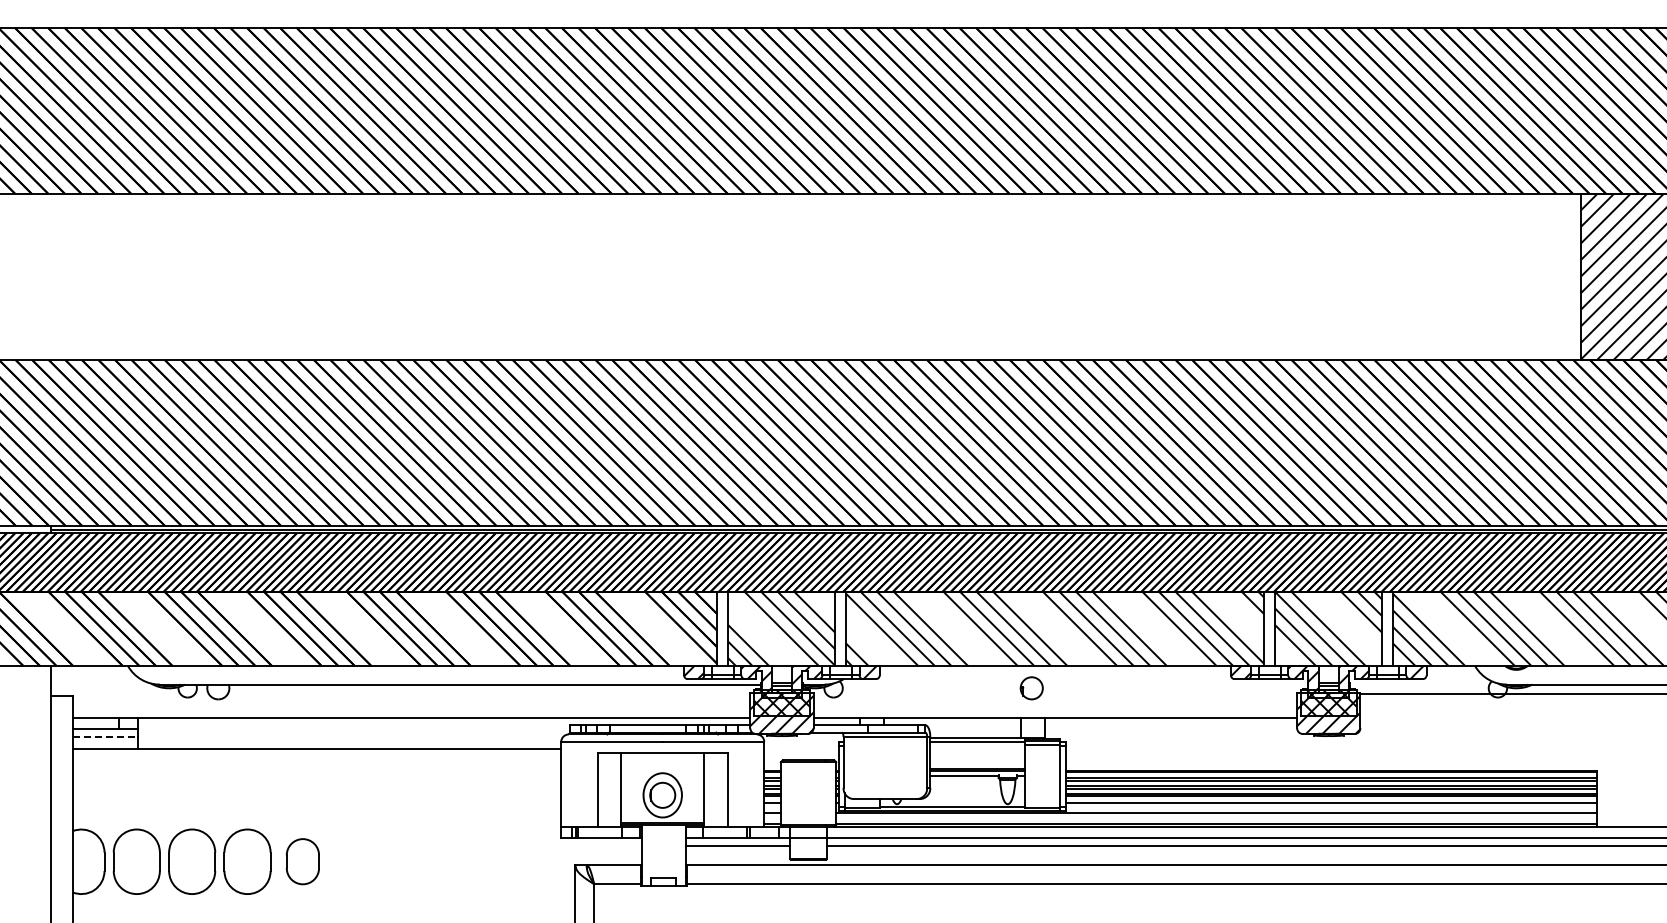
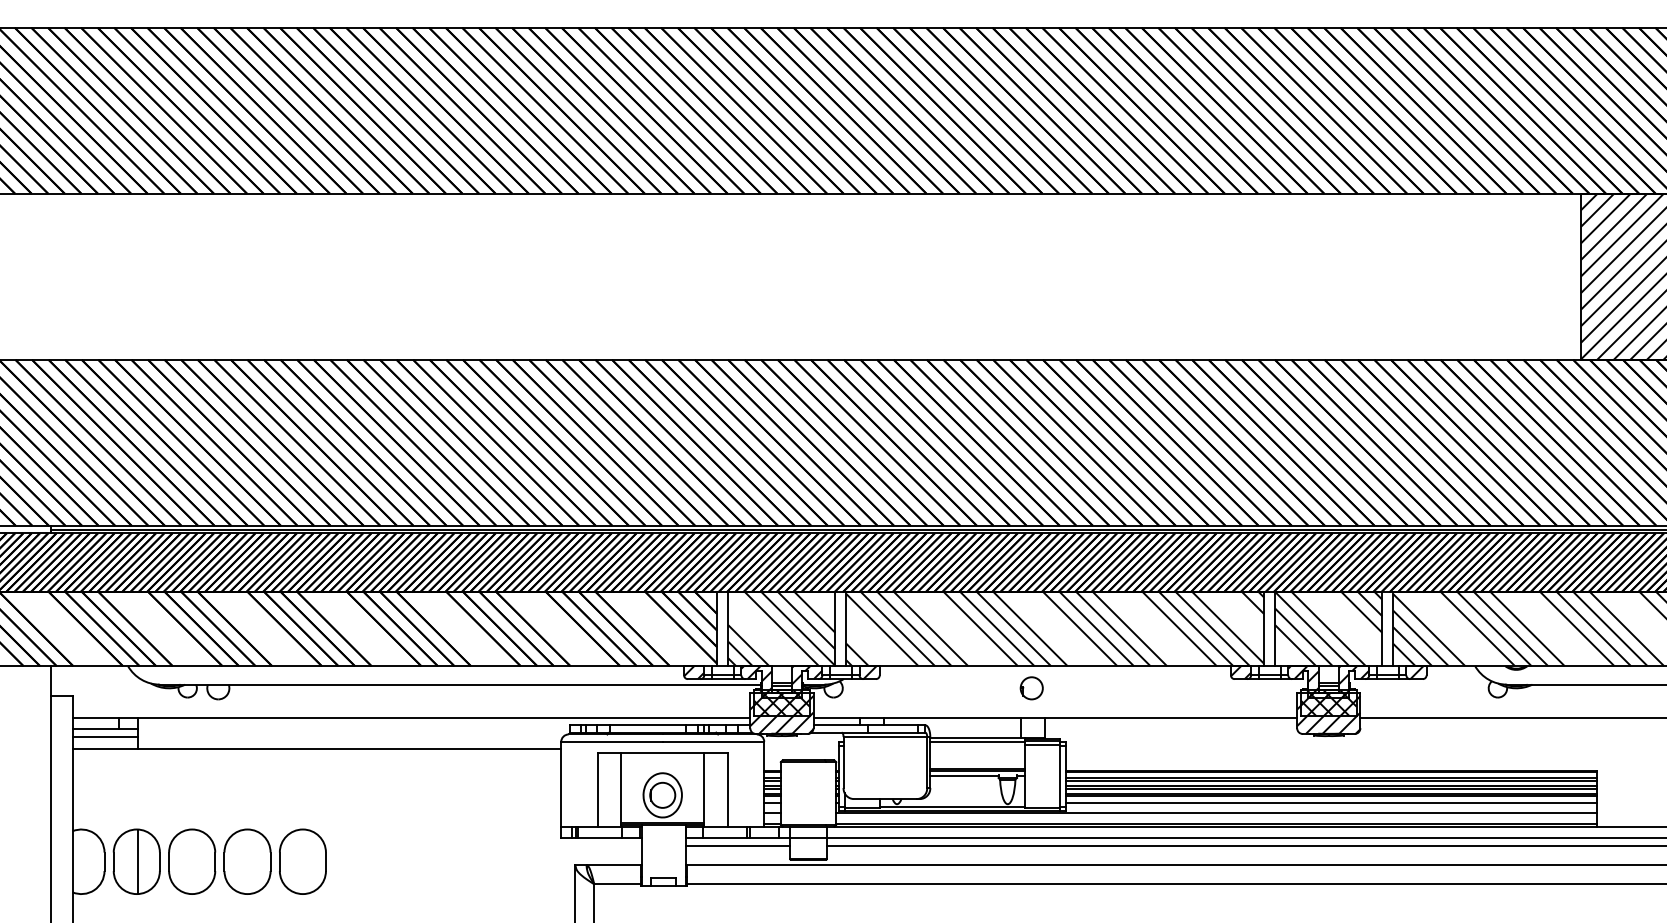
line at (1511, 693) position: (1511, 693) -> (1511, 717)
line at (105, 736): dashed -> solid
line at (137, 861): none -> present
part at (302, 861) size: 35x48 px -> 48x67 px
